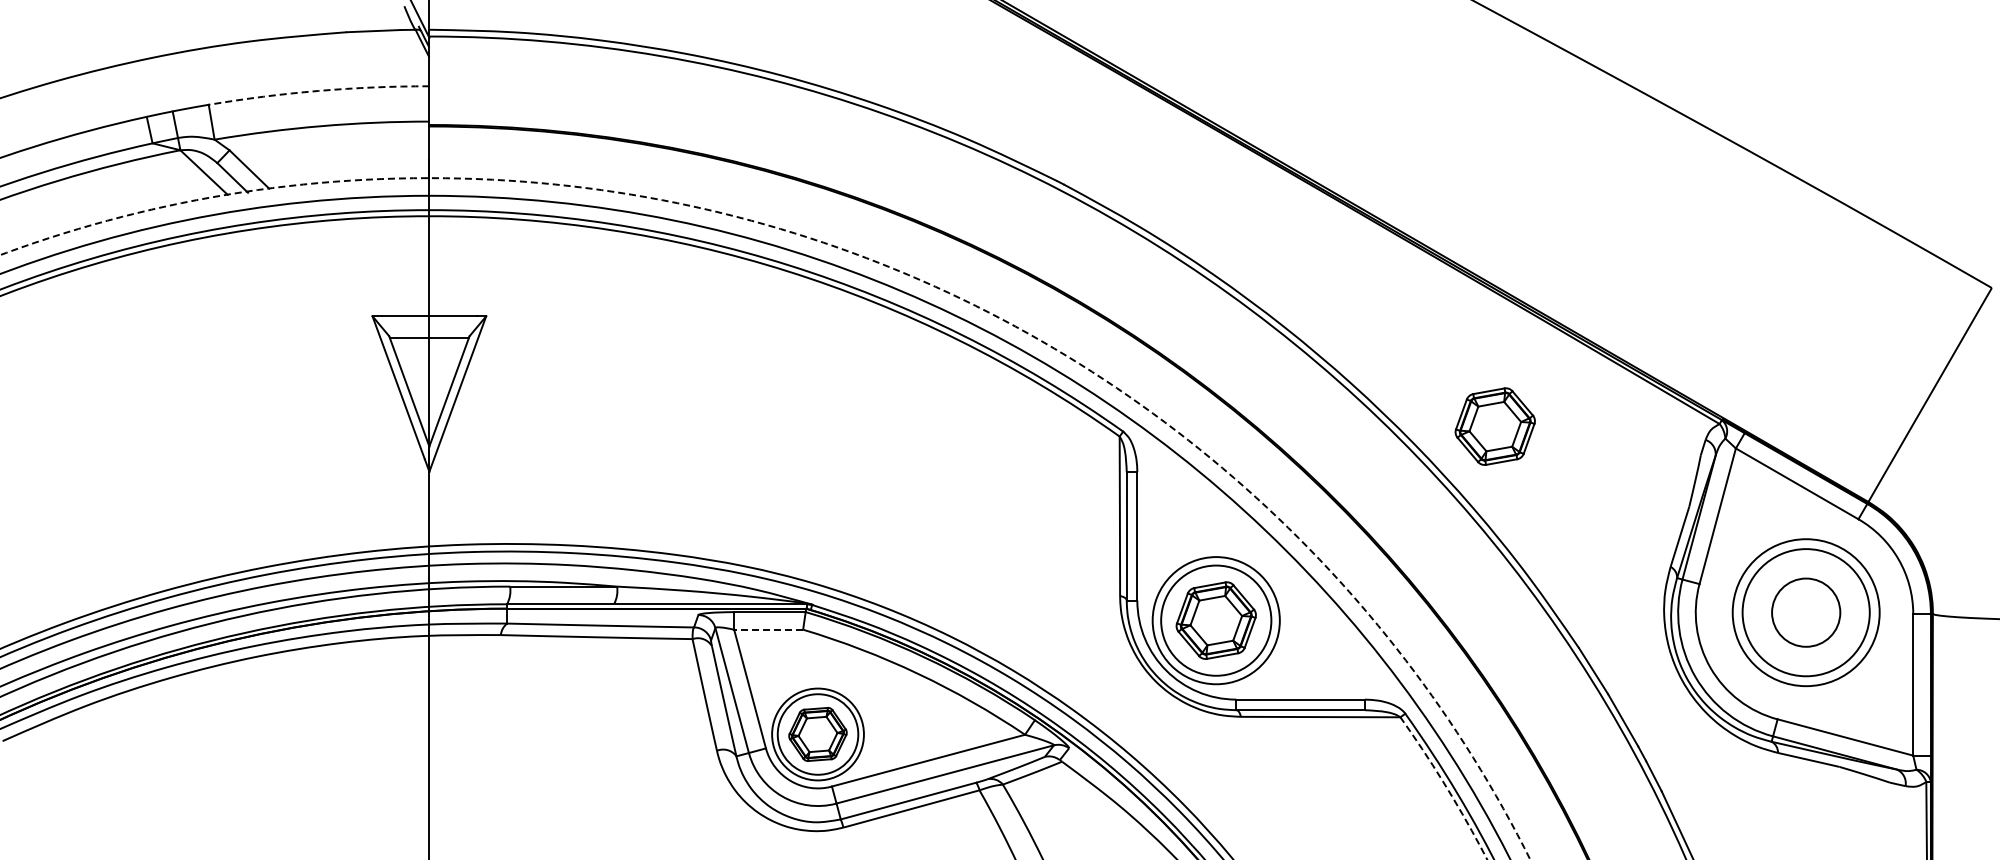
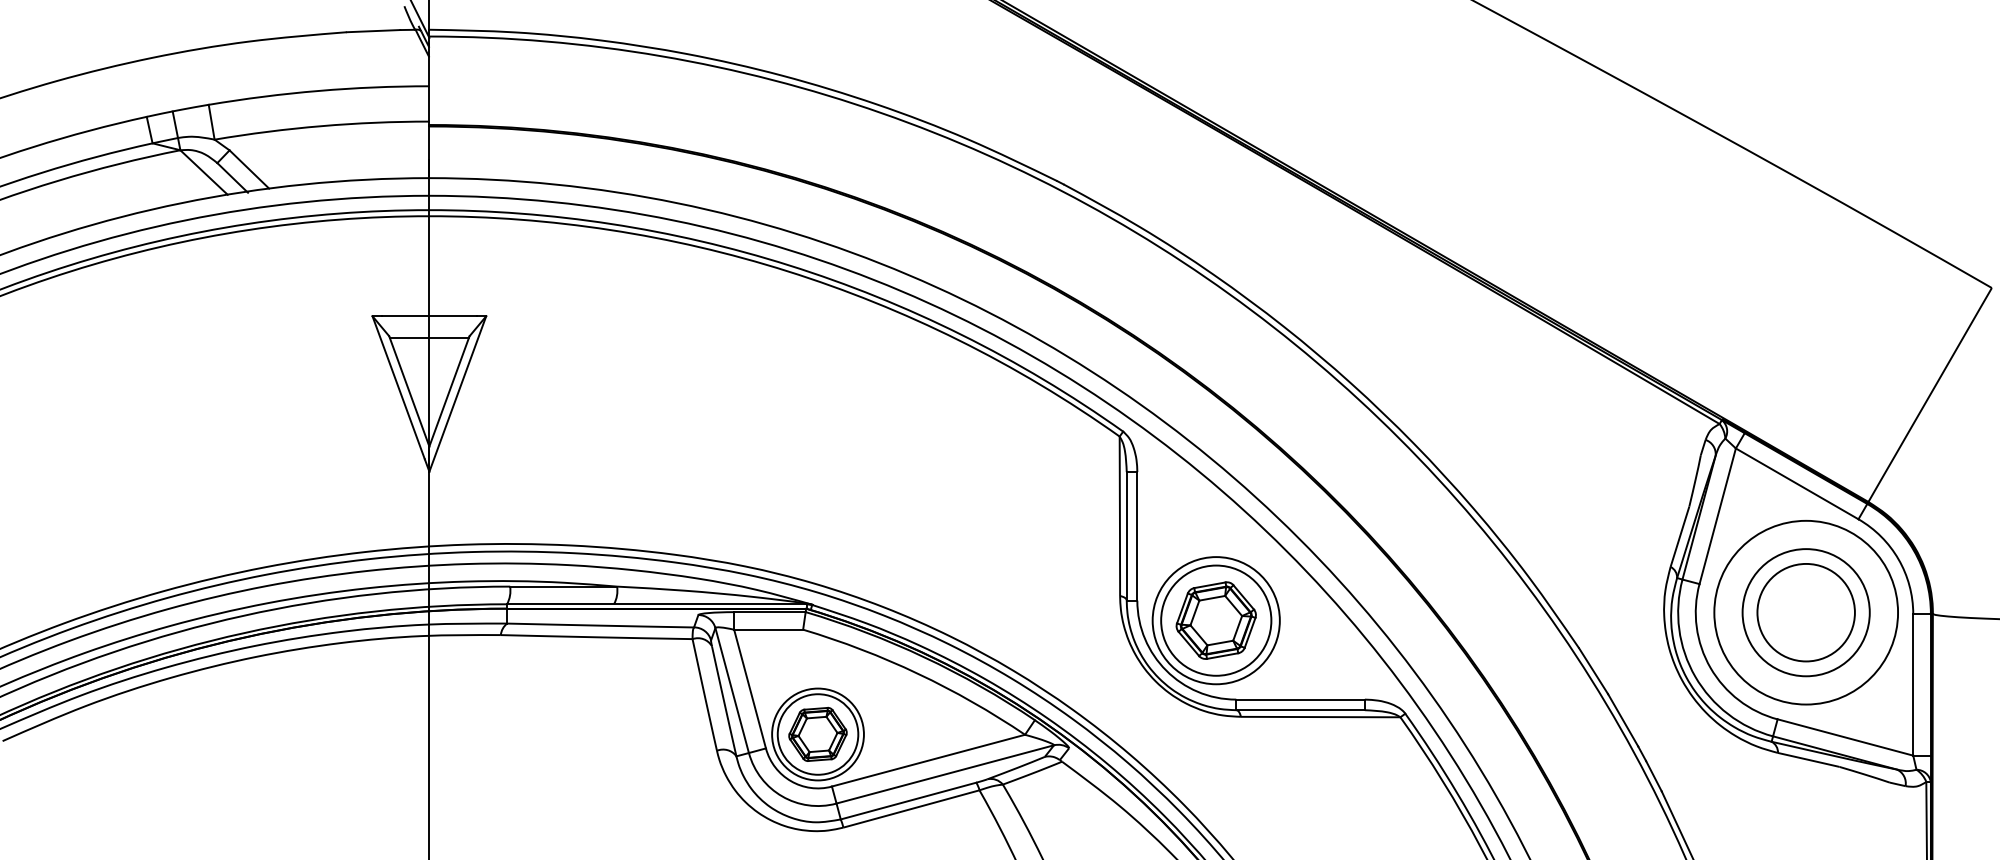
arc at (318, 90): dashed -> solid
part at (1494, 426): present -> none
circle at (765, 518): dashed -> solid
circle at (1805, 612) diameter: 147 px -> 184 px
circle at (1806, 612) diameter: 68 px -> 98 px
line at (768, 629): dashed -> solid
arc at (1446, 786): dashed -> solid
